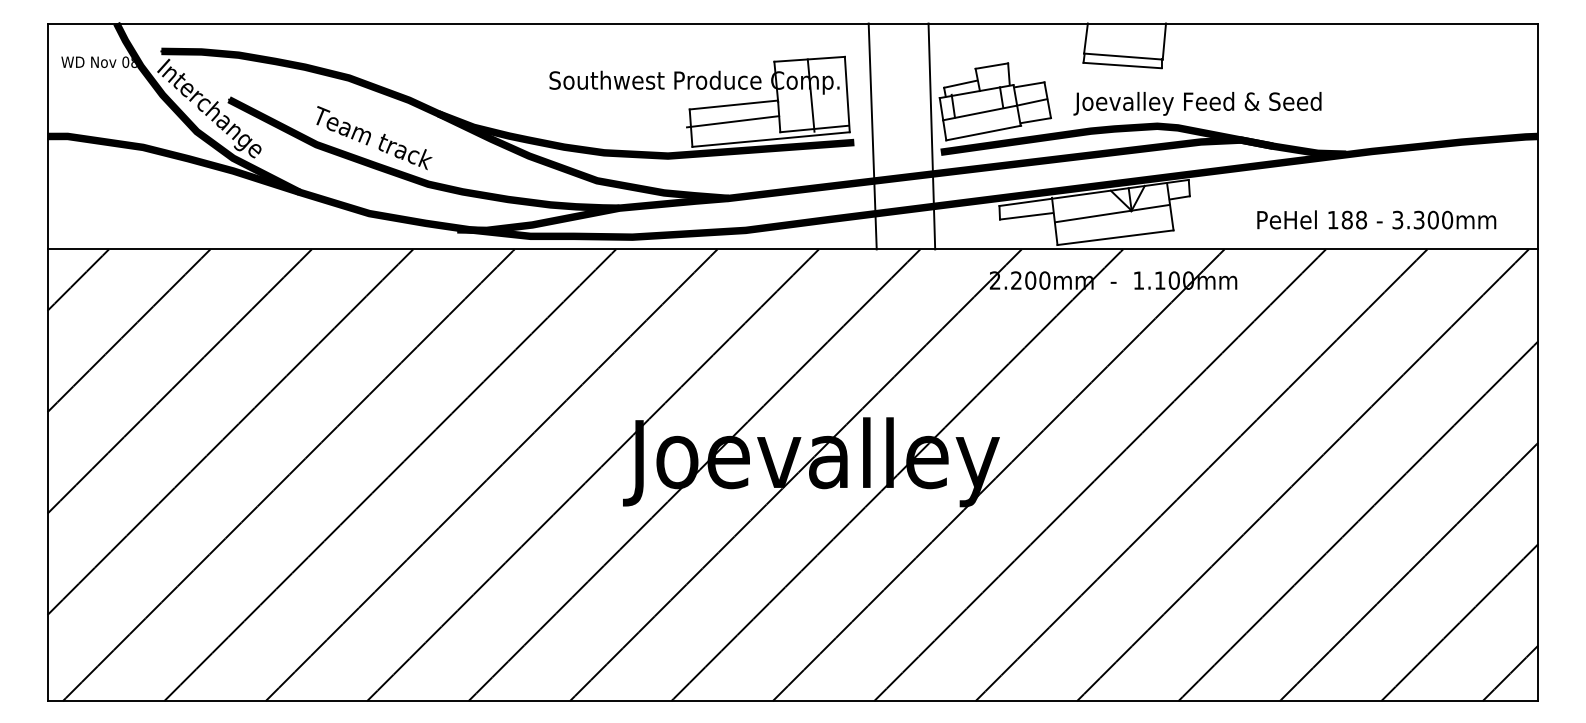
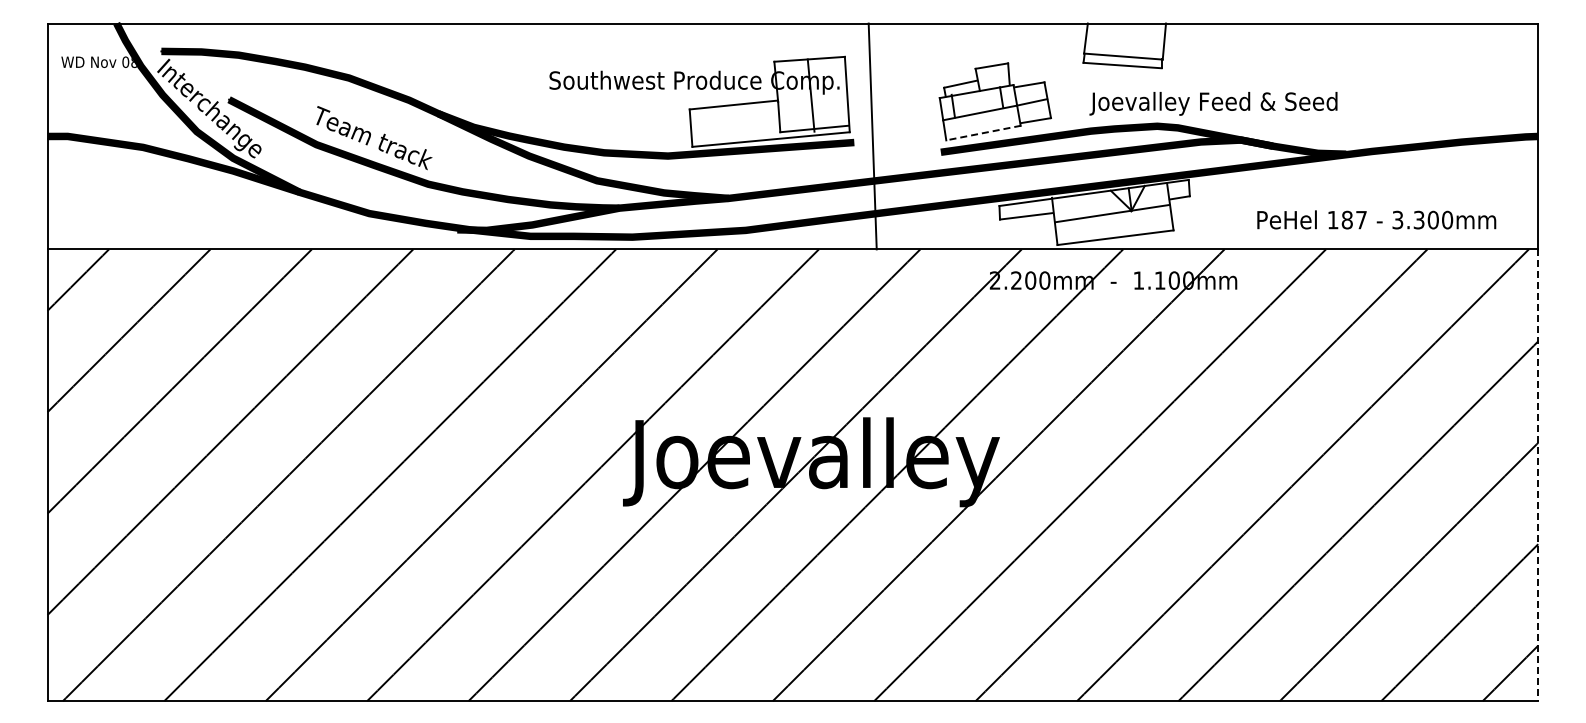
text at (1197, 103) position: (1197, 103) -> (1213, 103)
line at (733, 121): present -> none
line at (983, 133): solid -> dashed
line at (931, 136): present -> none
text at (1361, 219): 188 -> 187
line at (1538, 475): solid -> dashed
